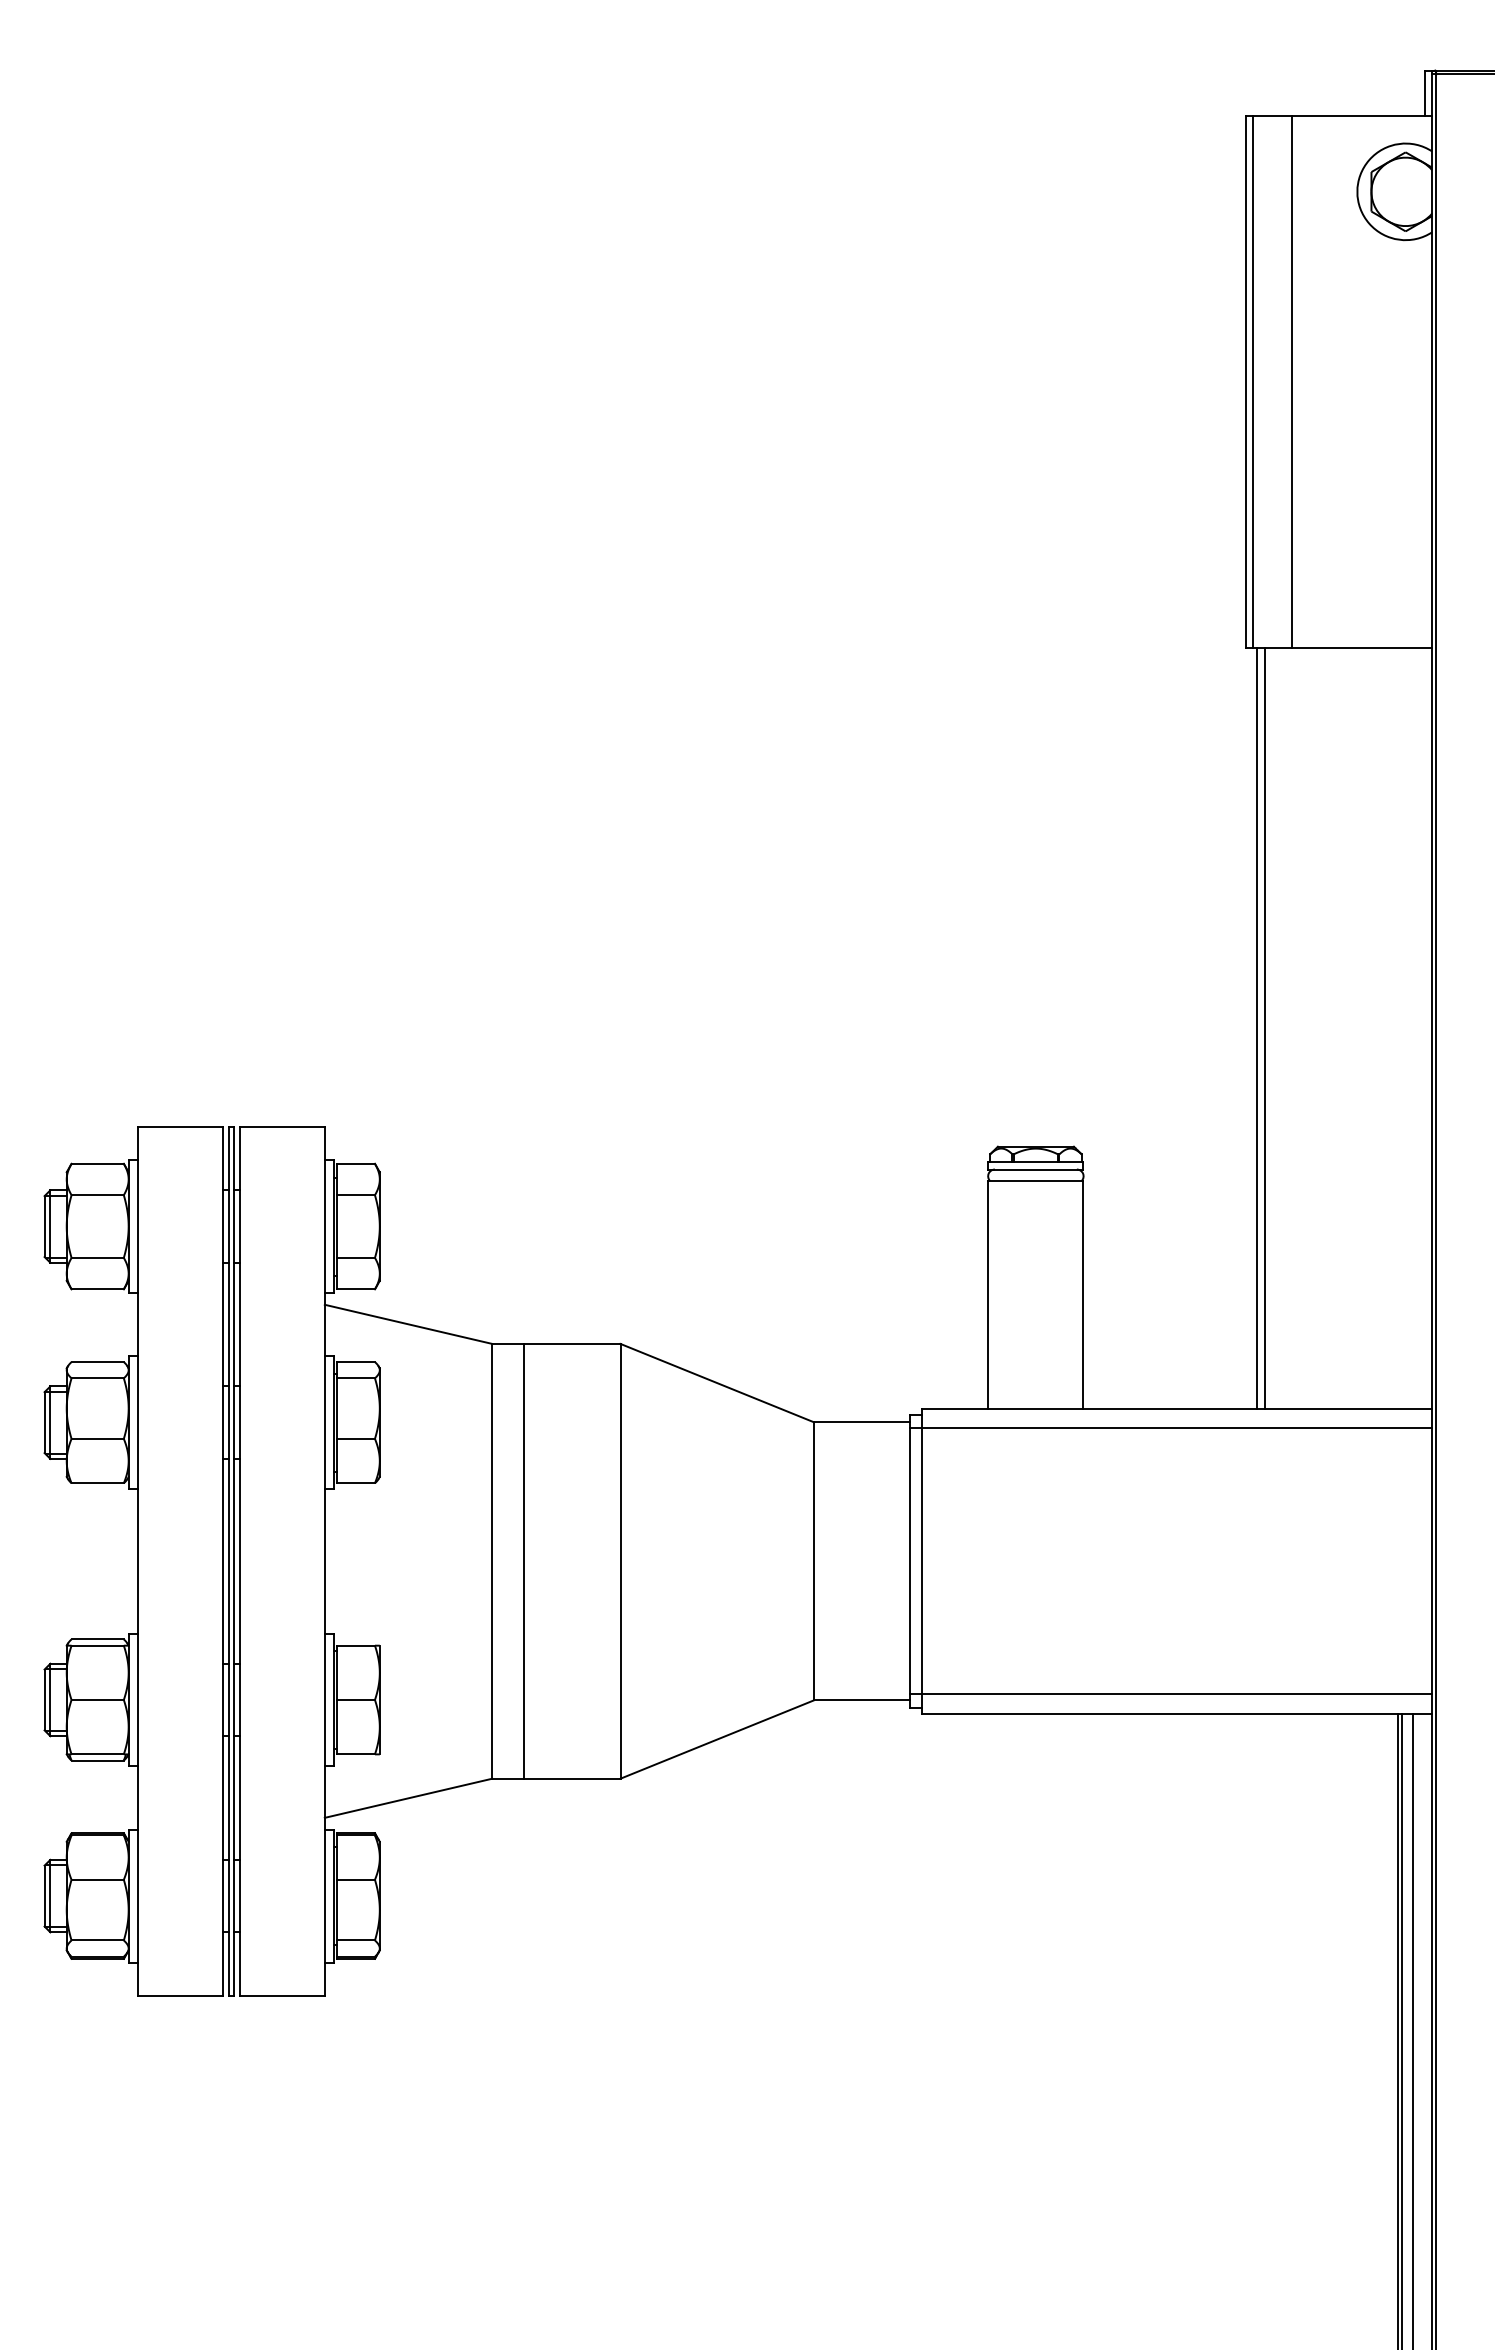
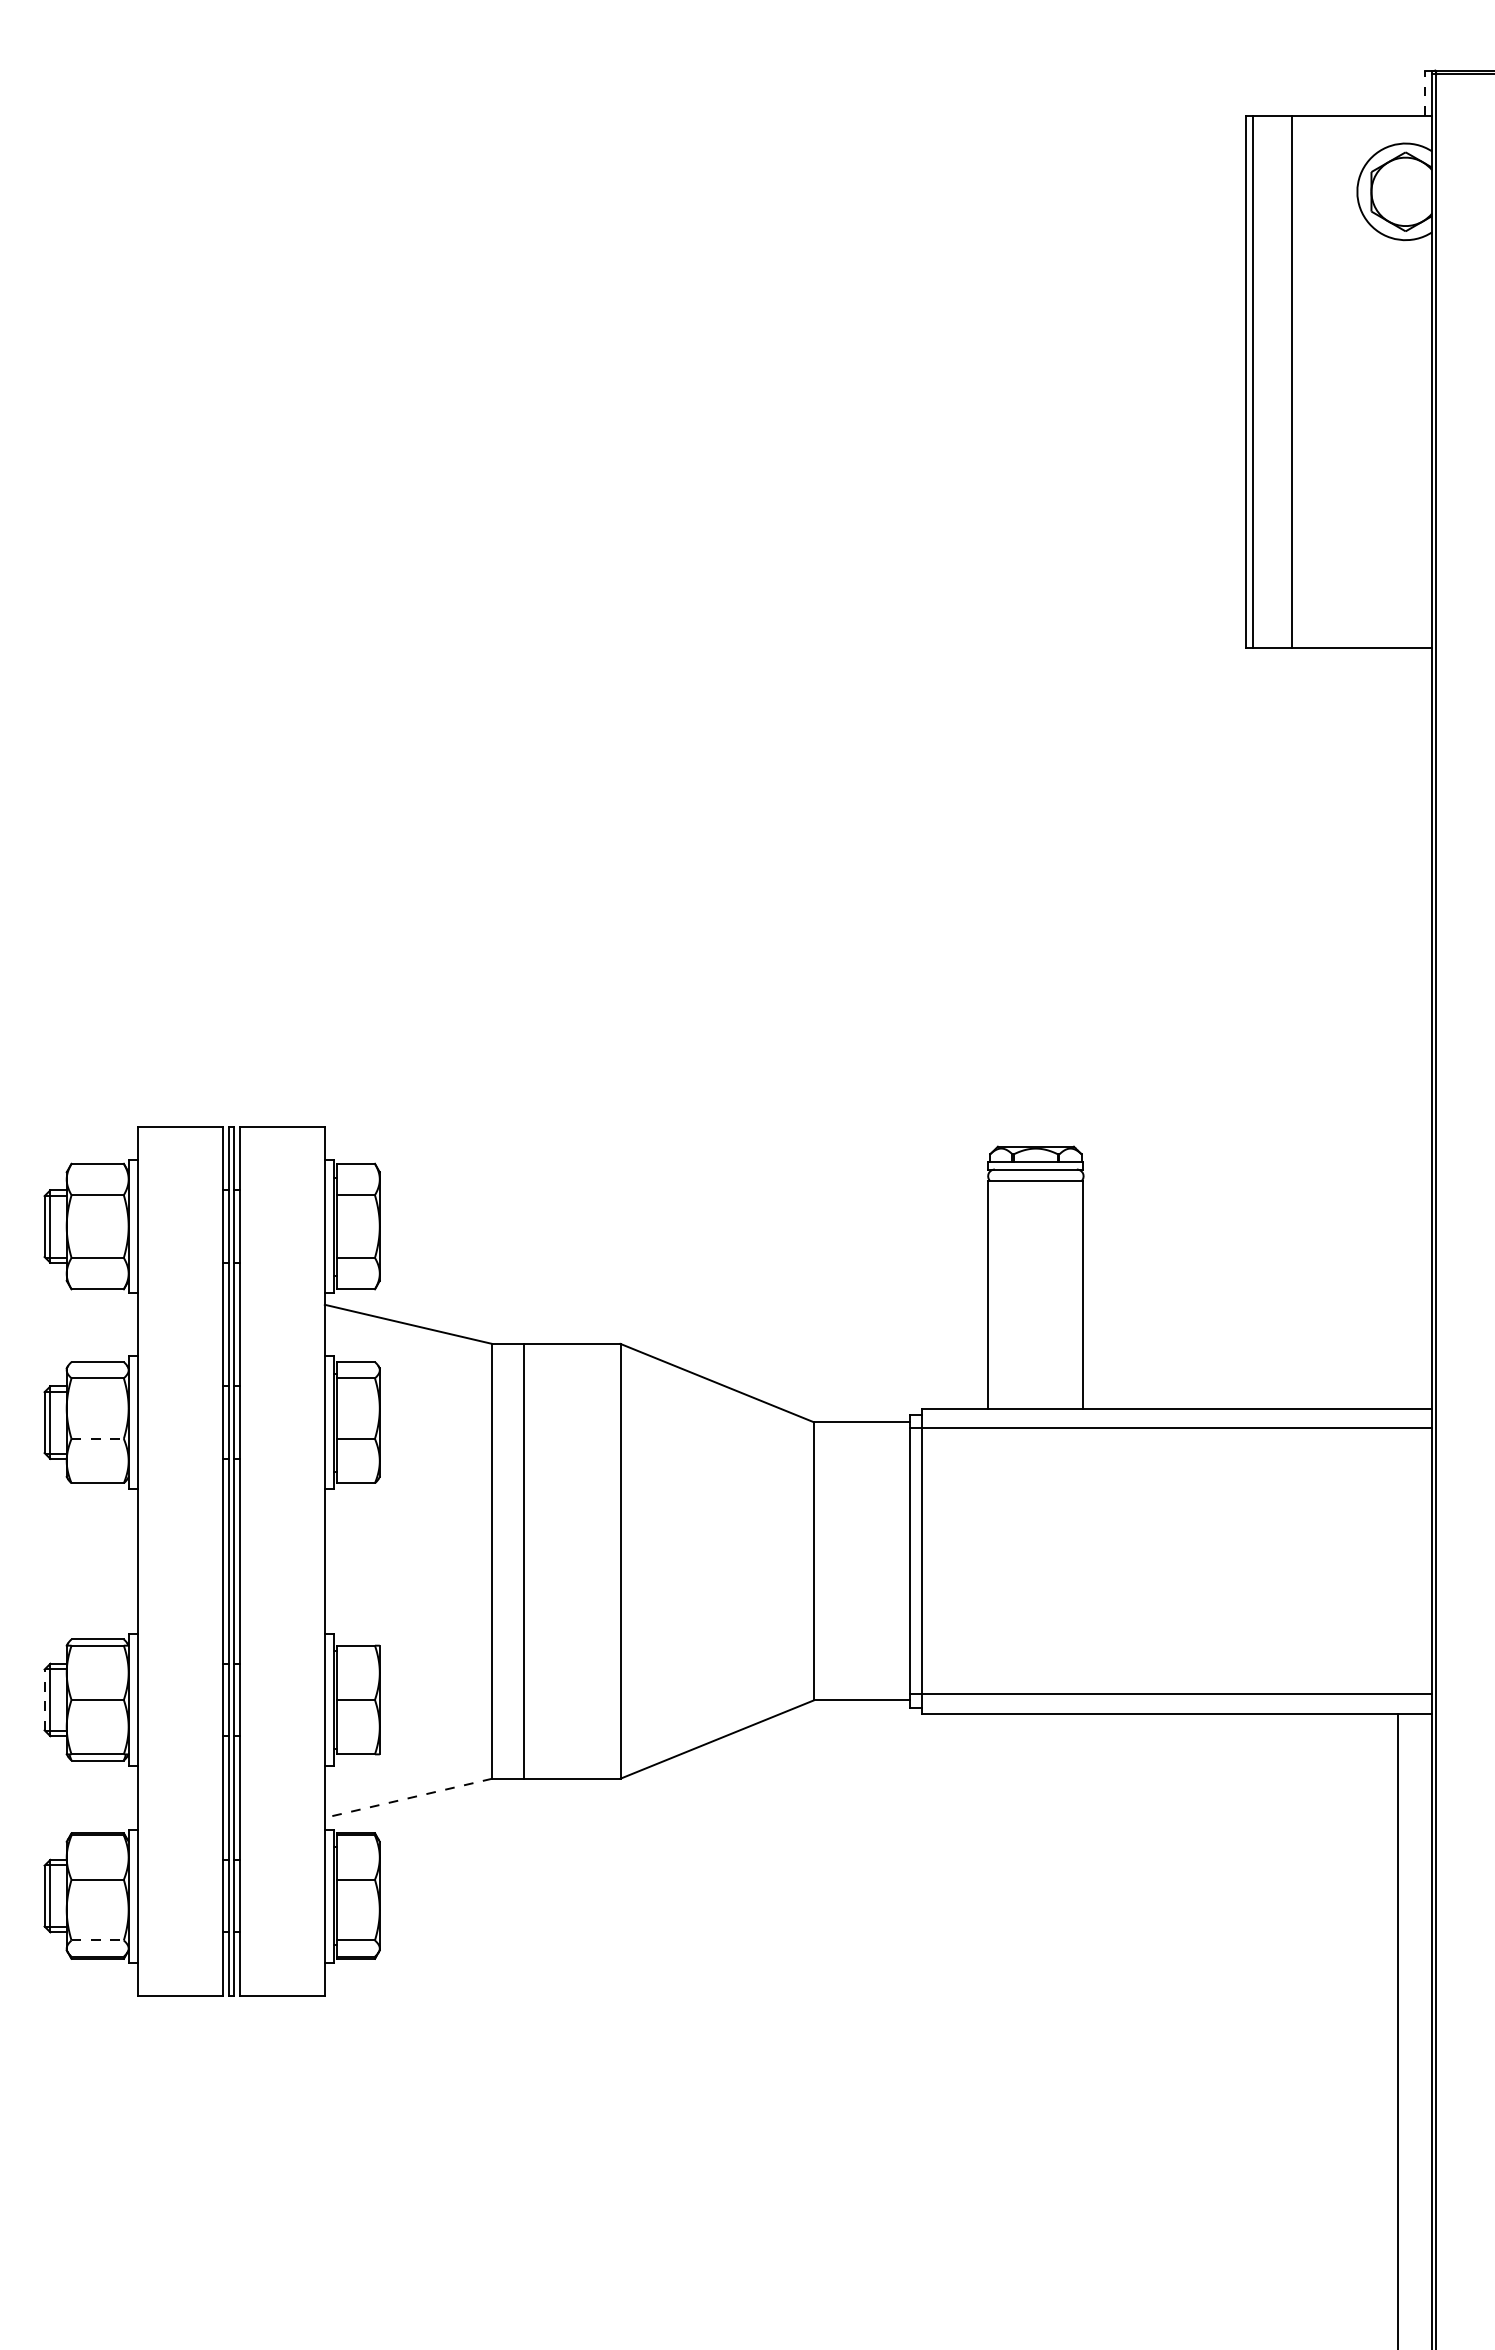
line at (1424, 93): solid -> dashed
line at (1257, 1028): present -> none
line at (1264, 1028): present -> none
line at (98, 1438): solid -> dashed
line at (44, 1699): solid -> dashed
line at (408, 1798): solid -> dashed
line at (98, 1940): solid -> dashed
line at (1401, 2029): present -> none
line at (1413, 2029): present -> none
